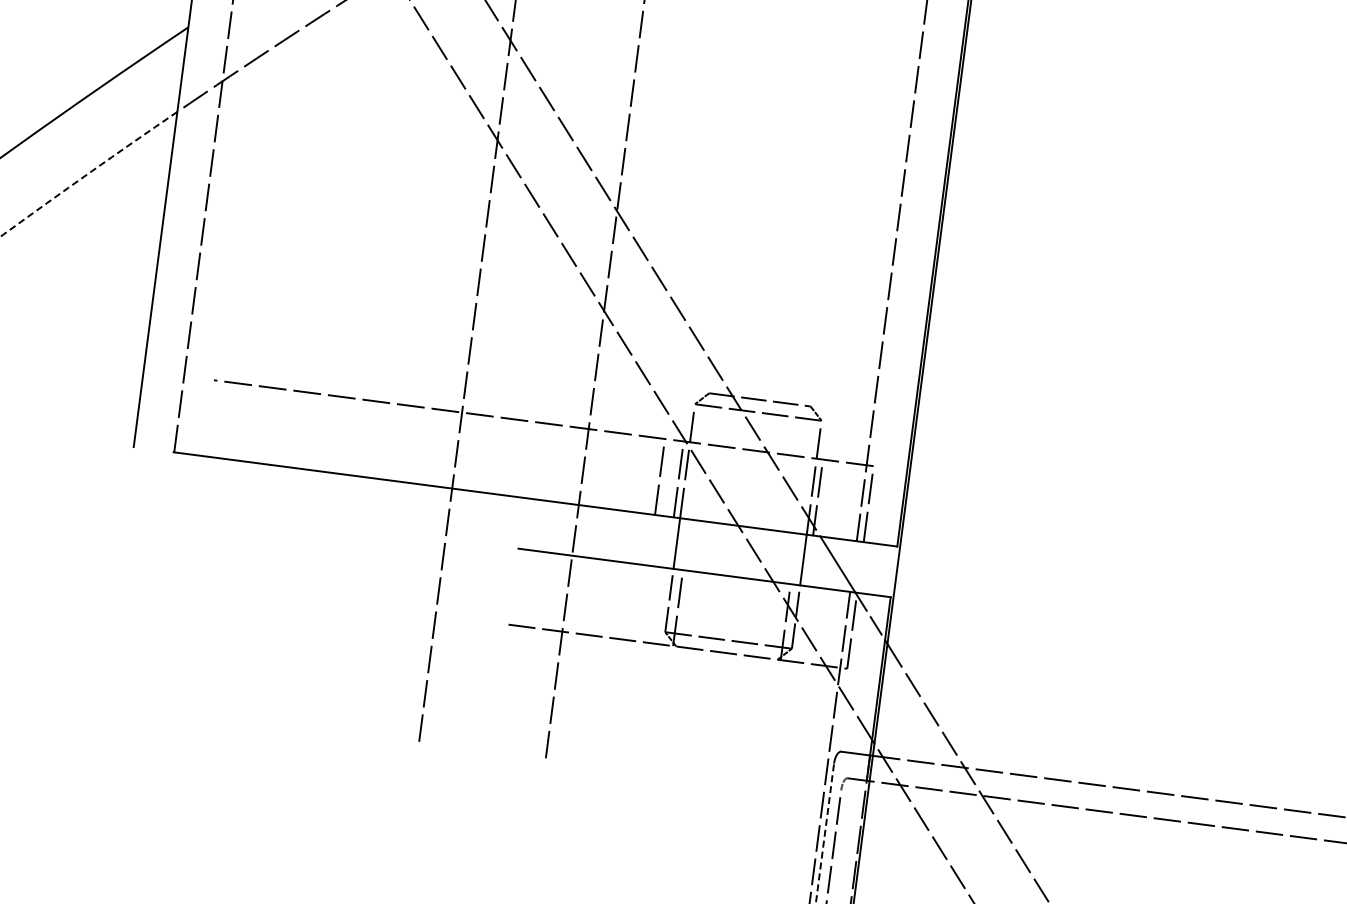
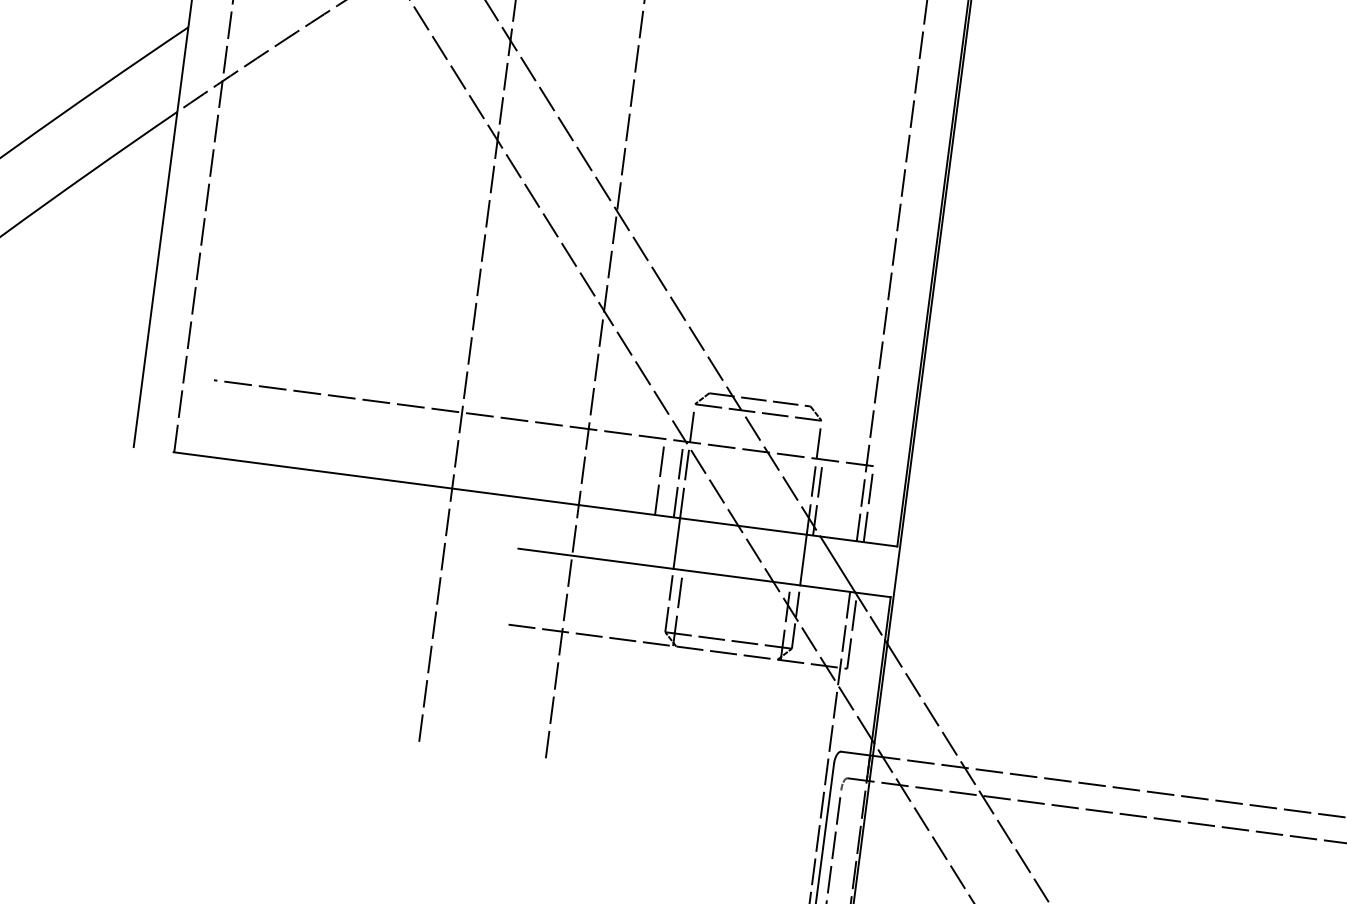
arc at (88, 173): dashed -> solid
line at (825, 833): dashed -> solid
